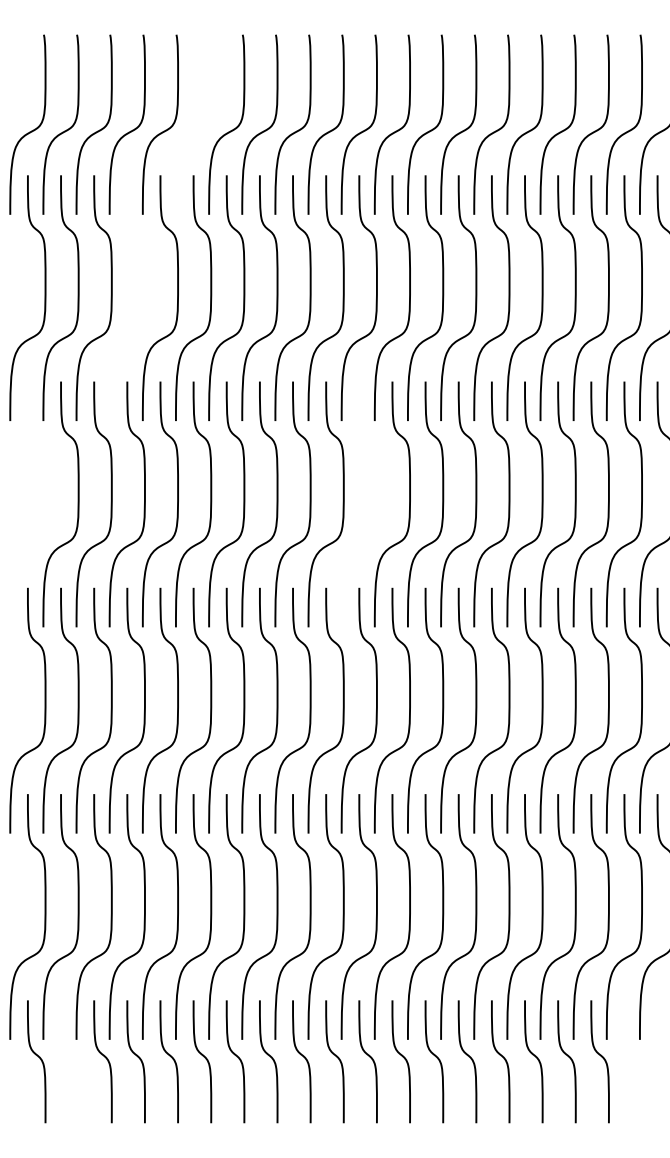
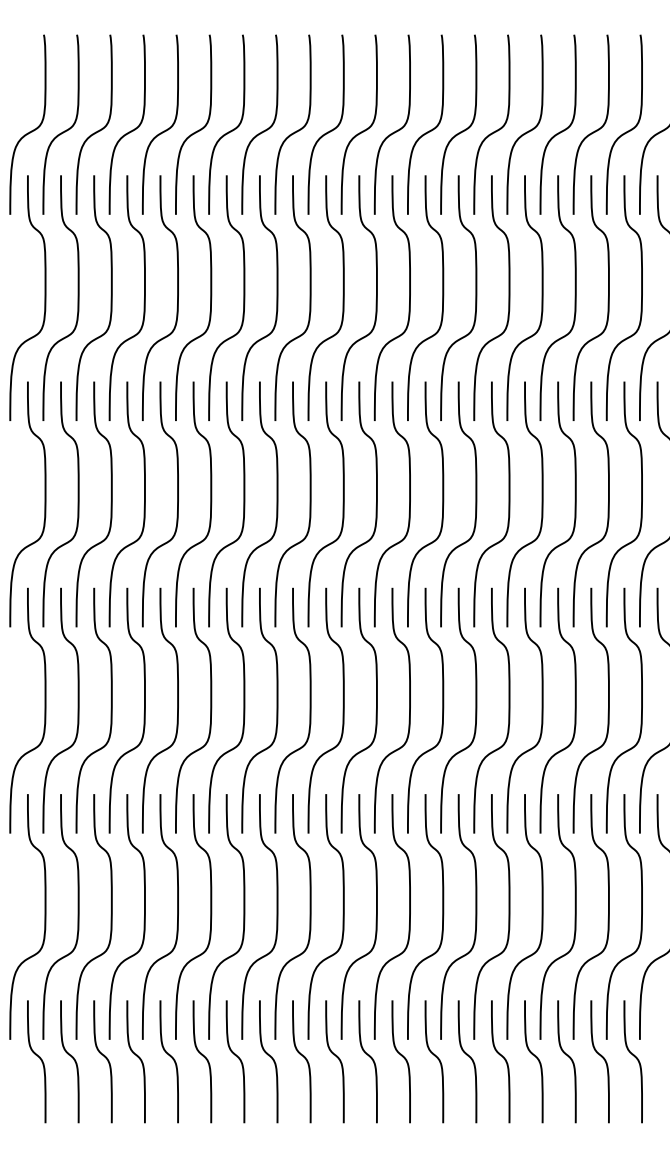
curve at (198, 129): none -> present
curve at (143, 301): none -> present
curve at (44, 504): none -> present
curve at (375, 507): none -> present
curve at (72, 1058): none -> present
curve at (635, 1058): none -> present
